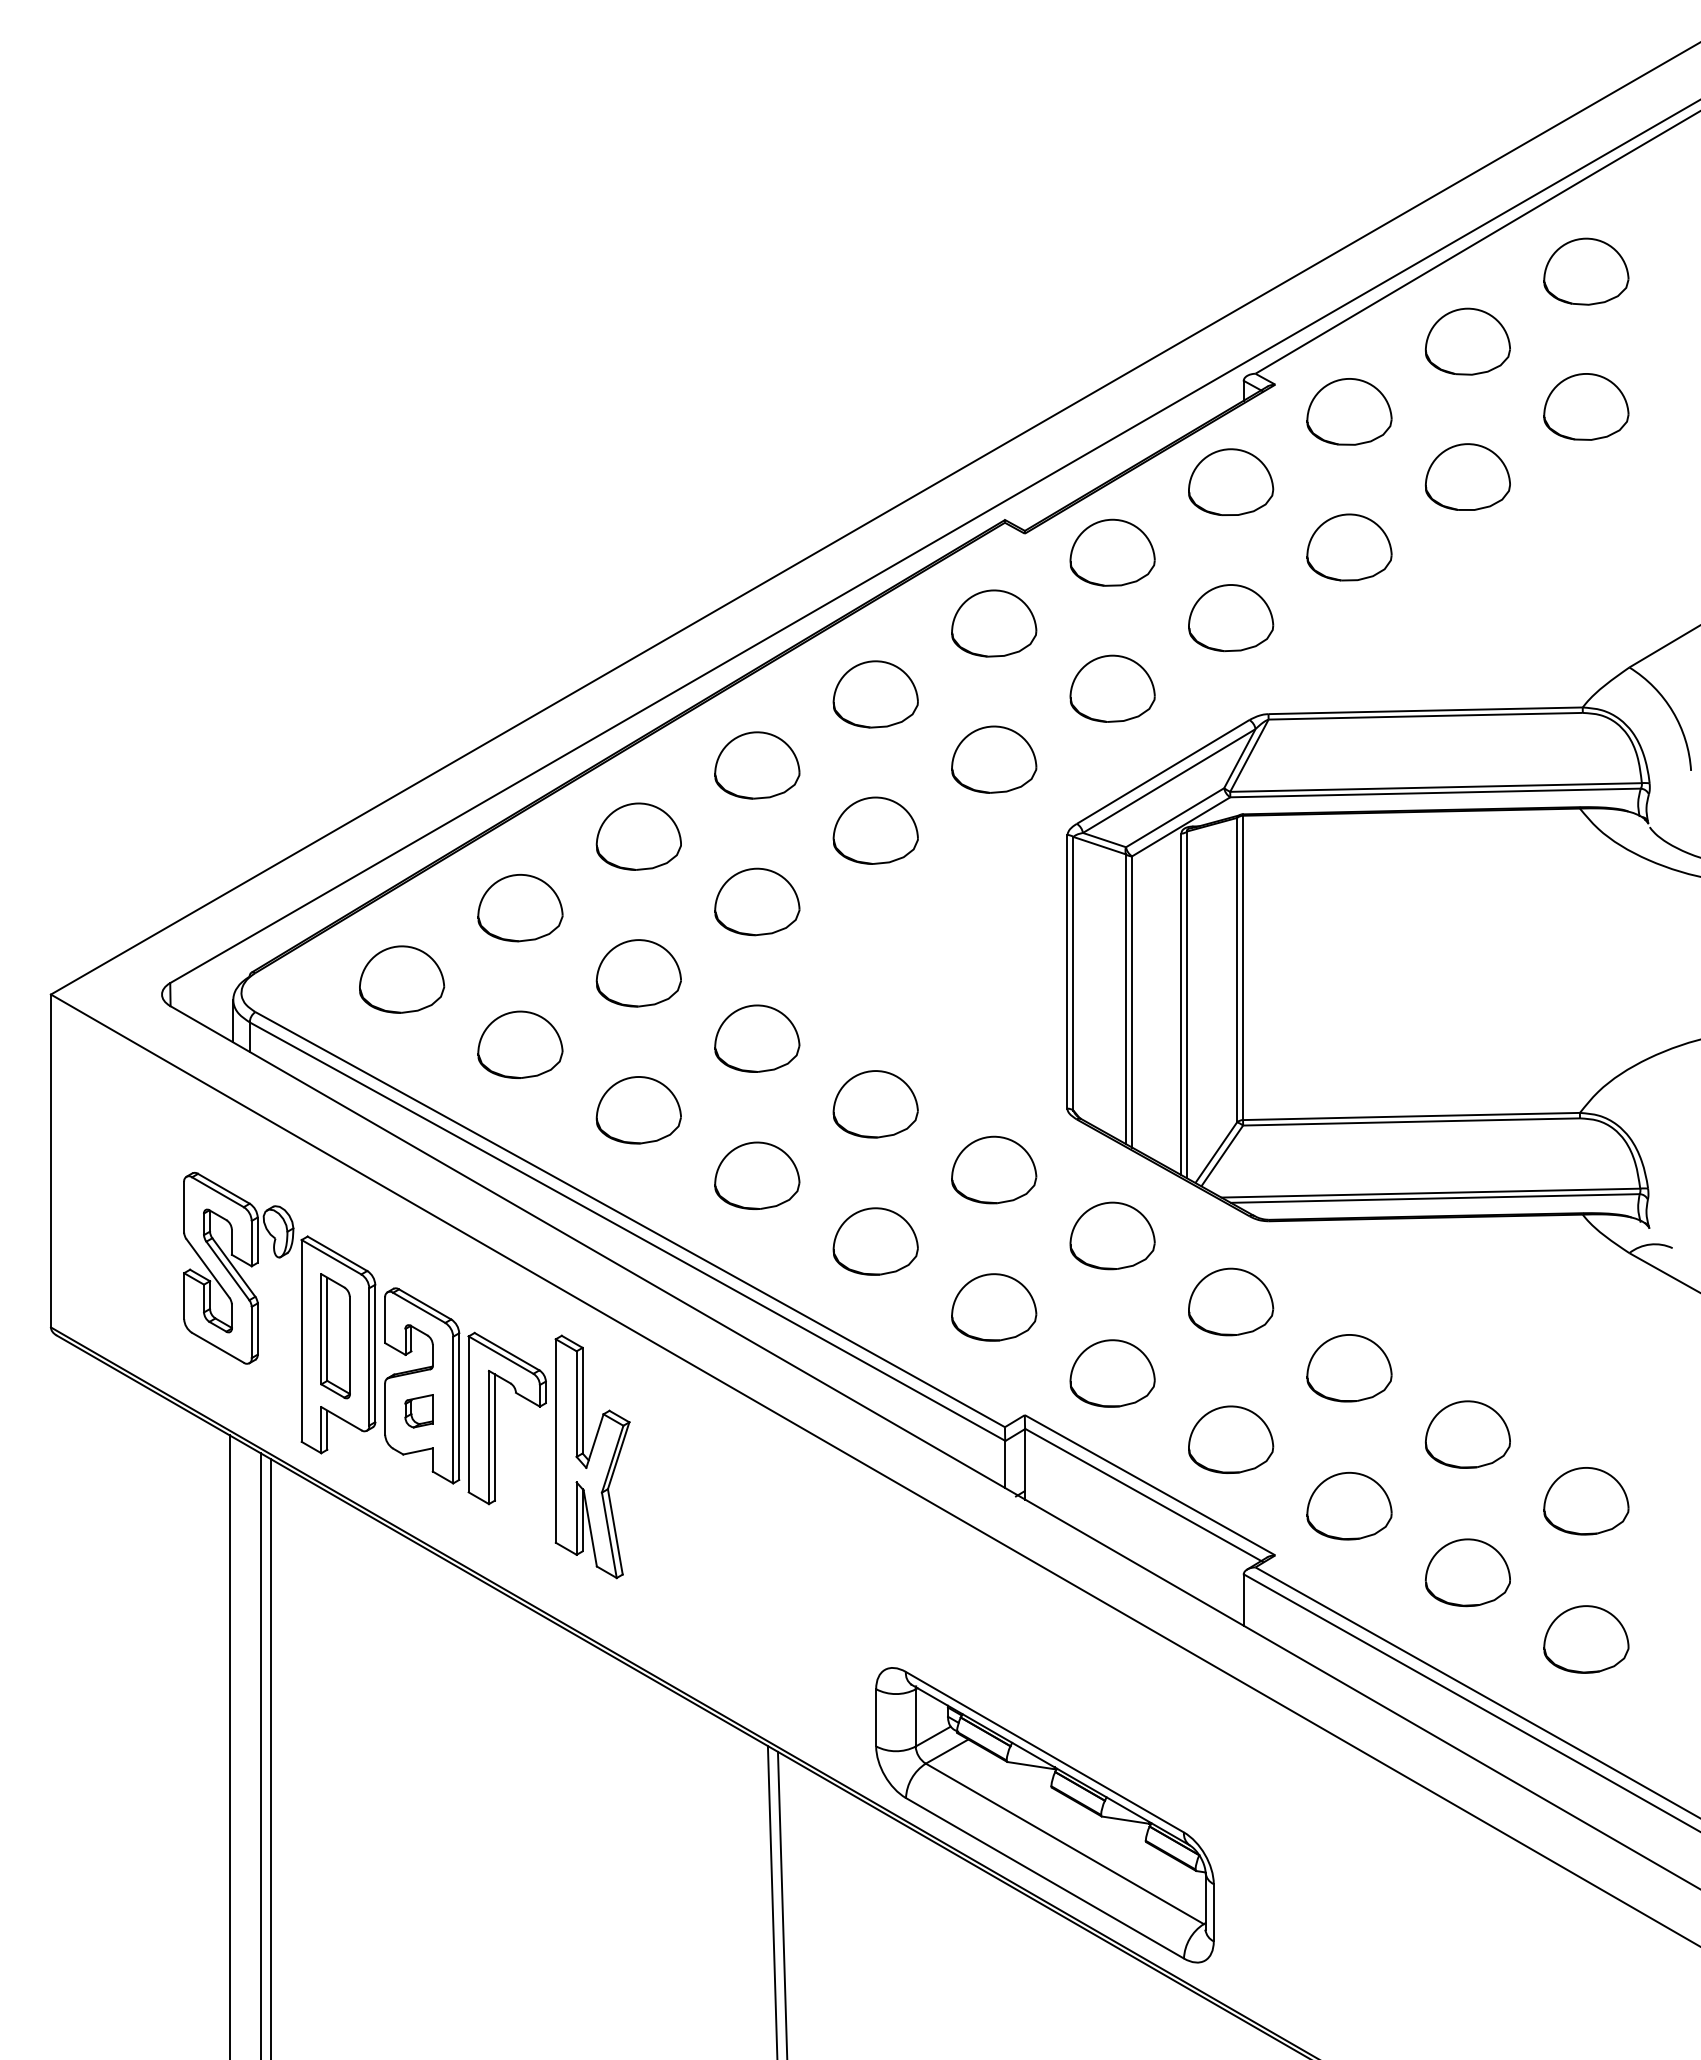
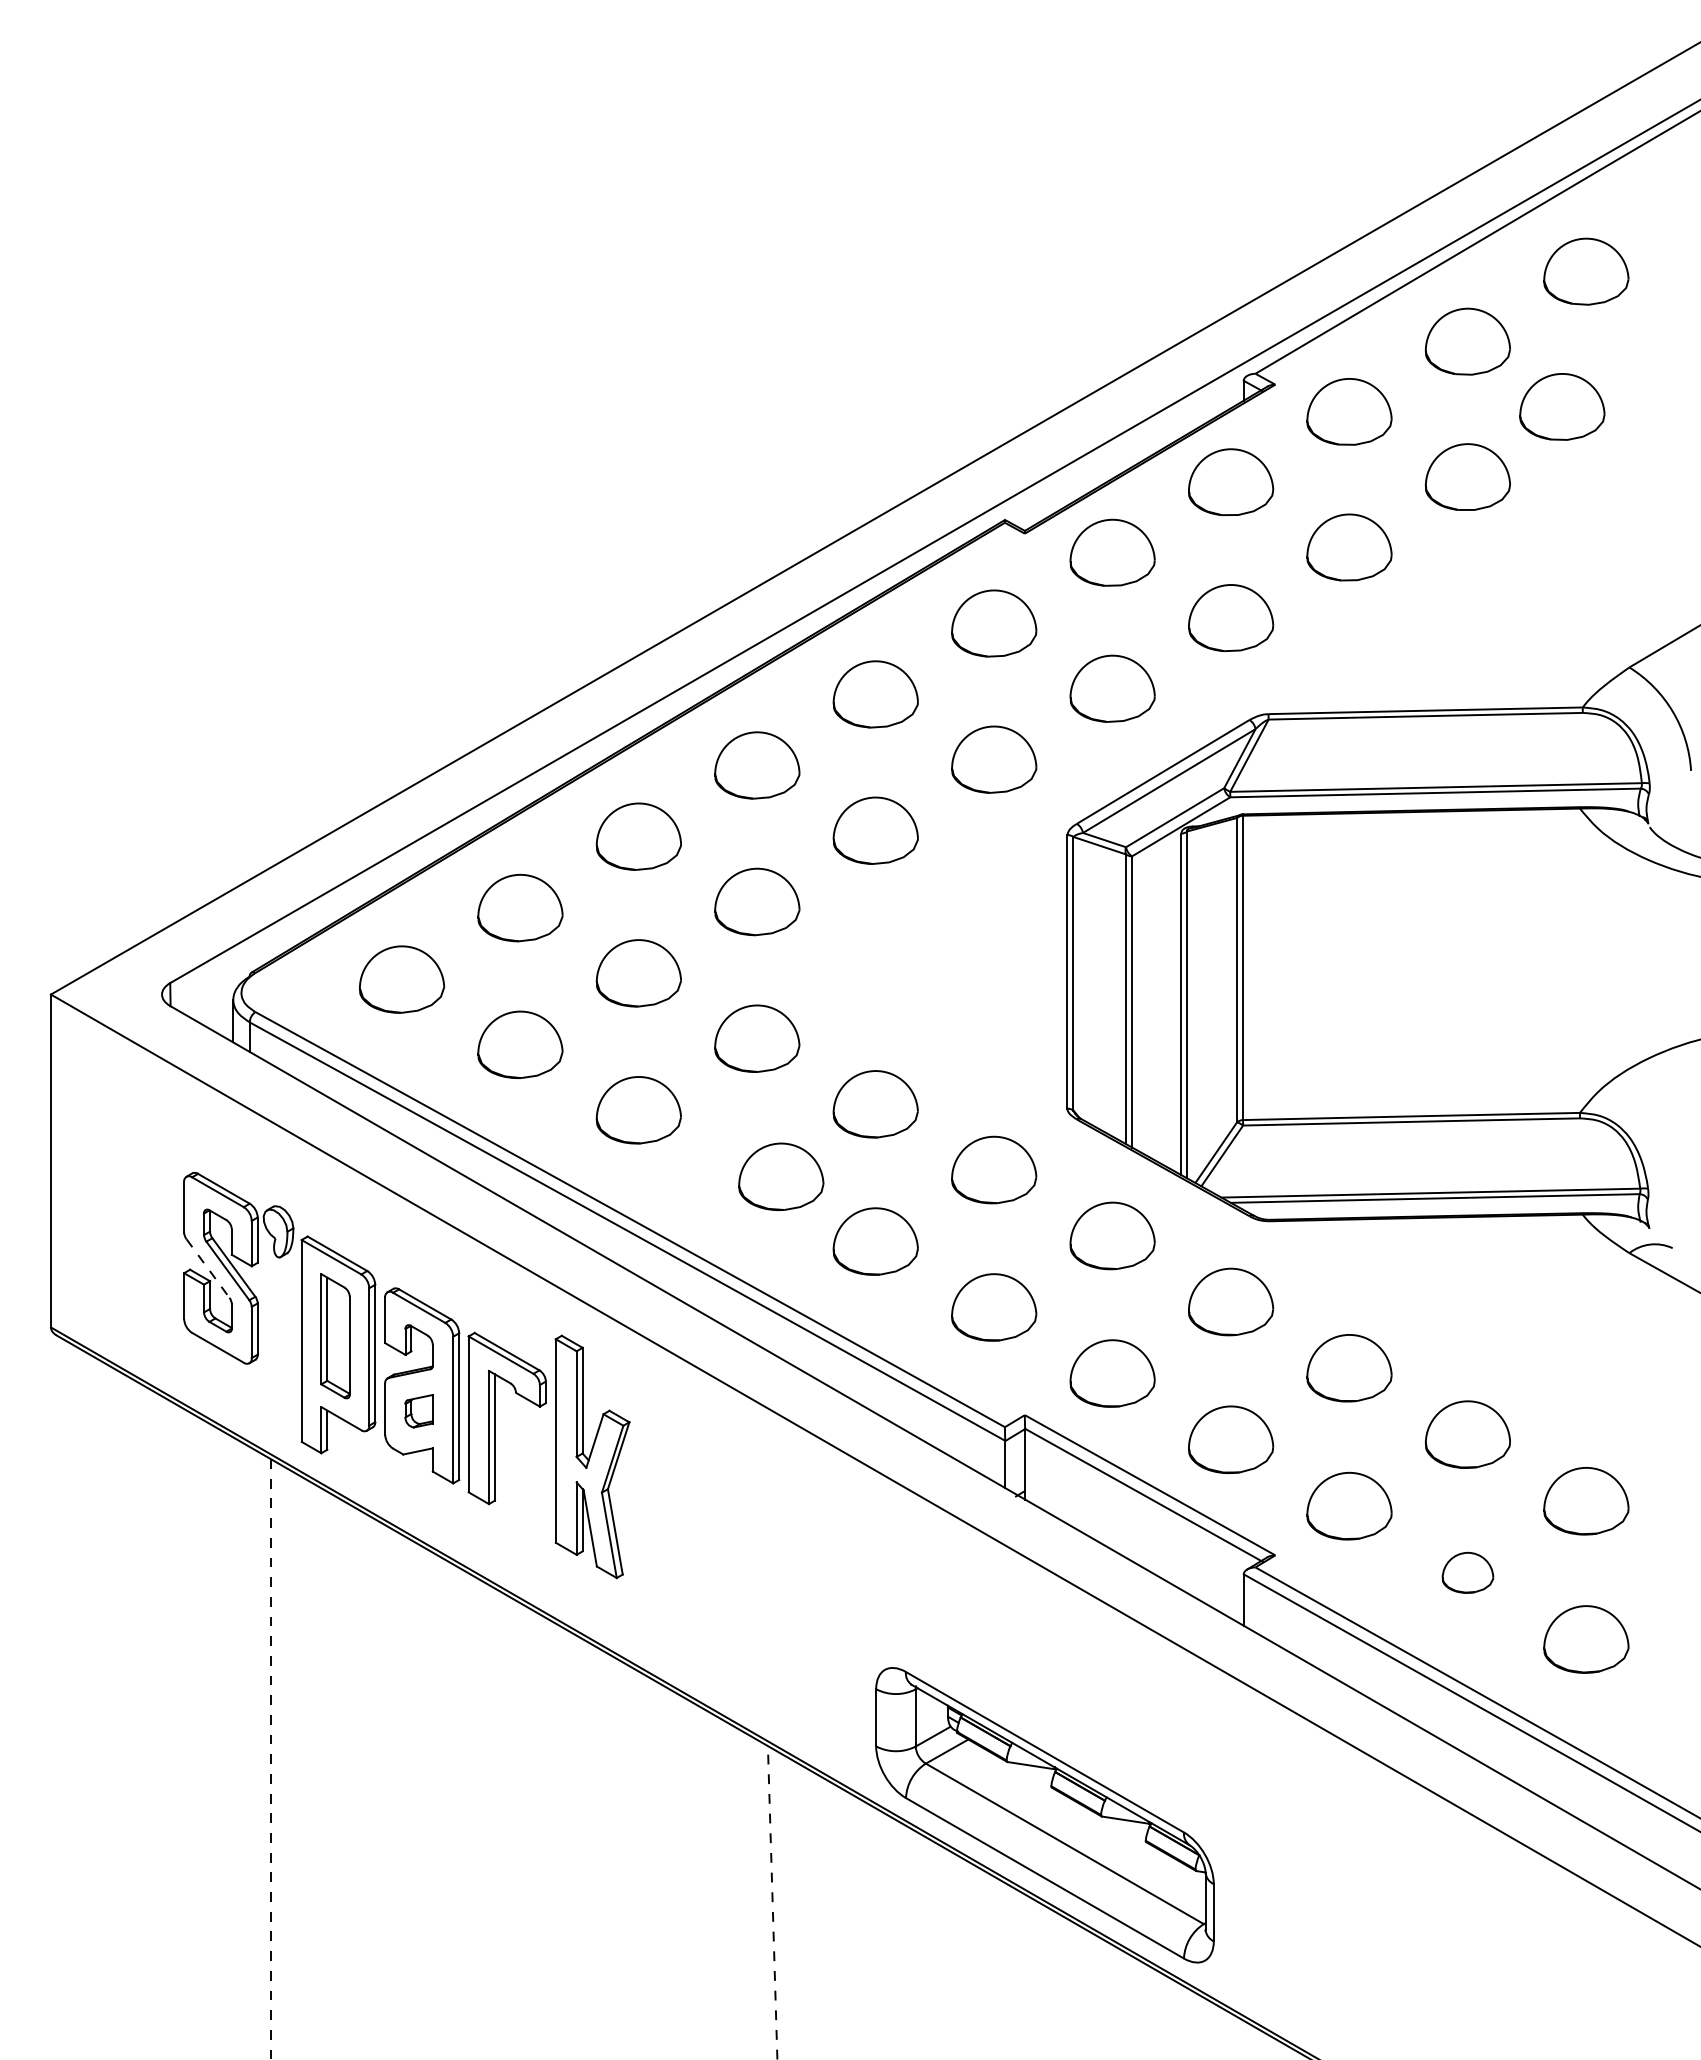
part at (1586, 406) position: (1586, 406) -> (1562, 406)
part at (757, 1175) position: (757, 1175) -> (781, 1176)
line at (208, 1268): solid -> dashed
part at (1467, 1572) size: 86x70 px -> 54x42 px
line at (229, 1745): present -> none
line at (260, 1754): present -> none
line at (270, 1759): solid -> dashed
line at (772, 1902): solid -> dashed
line at (782, 1903): present -> none
